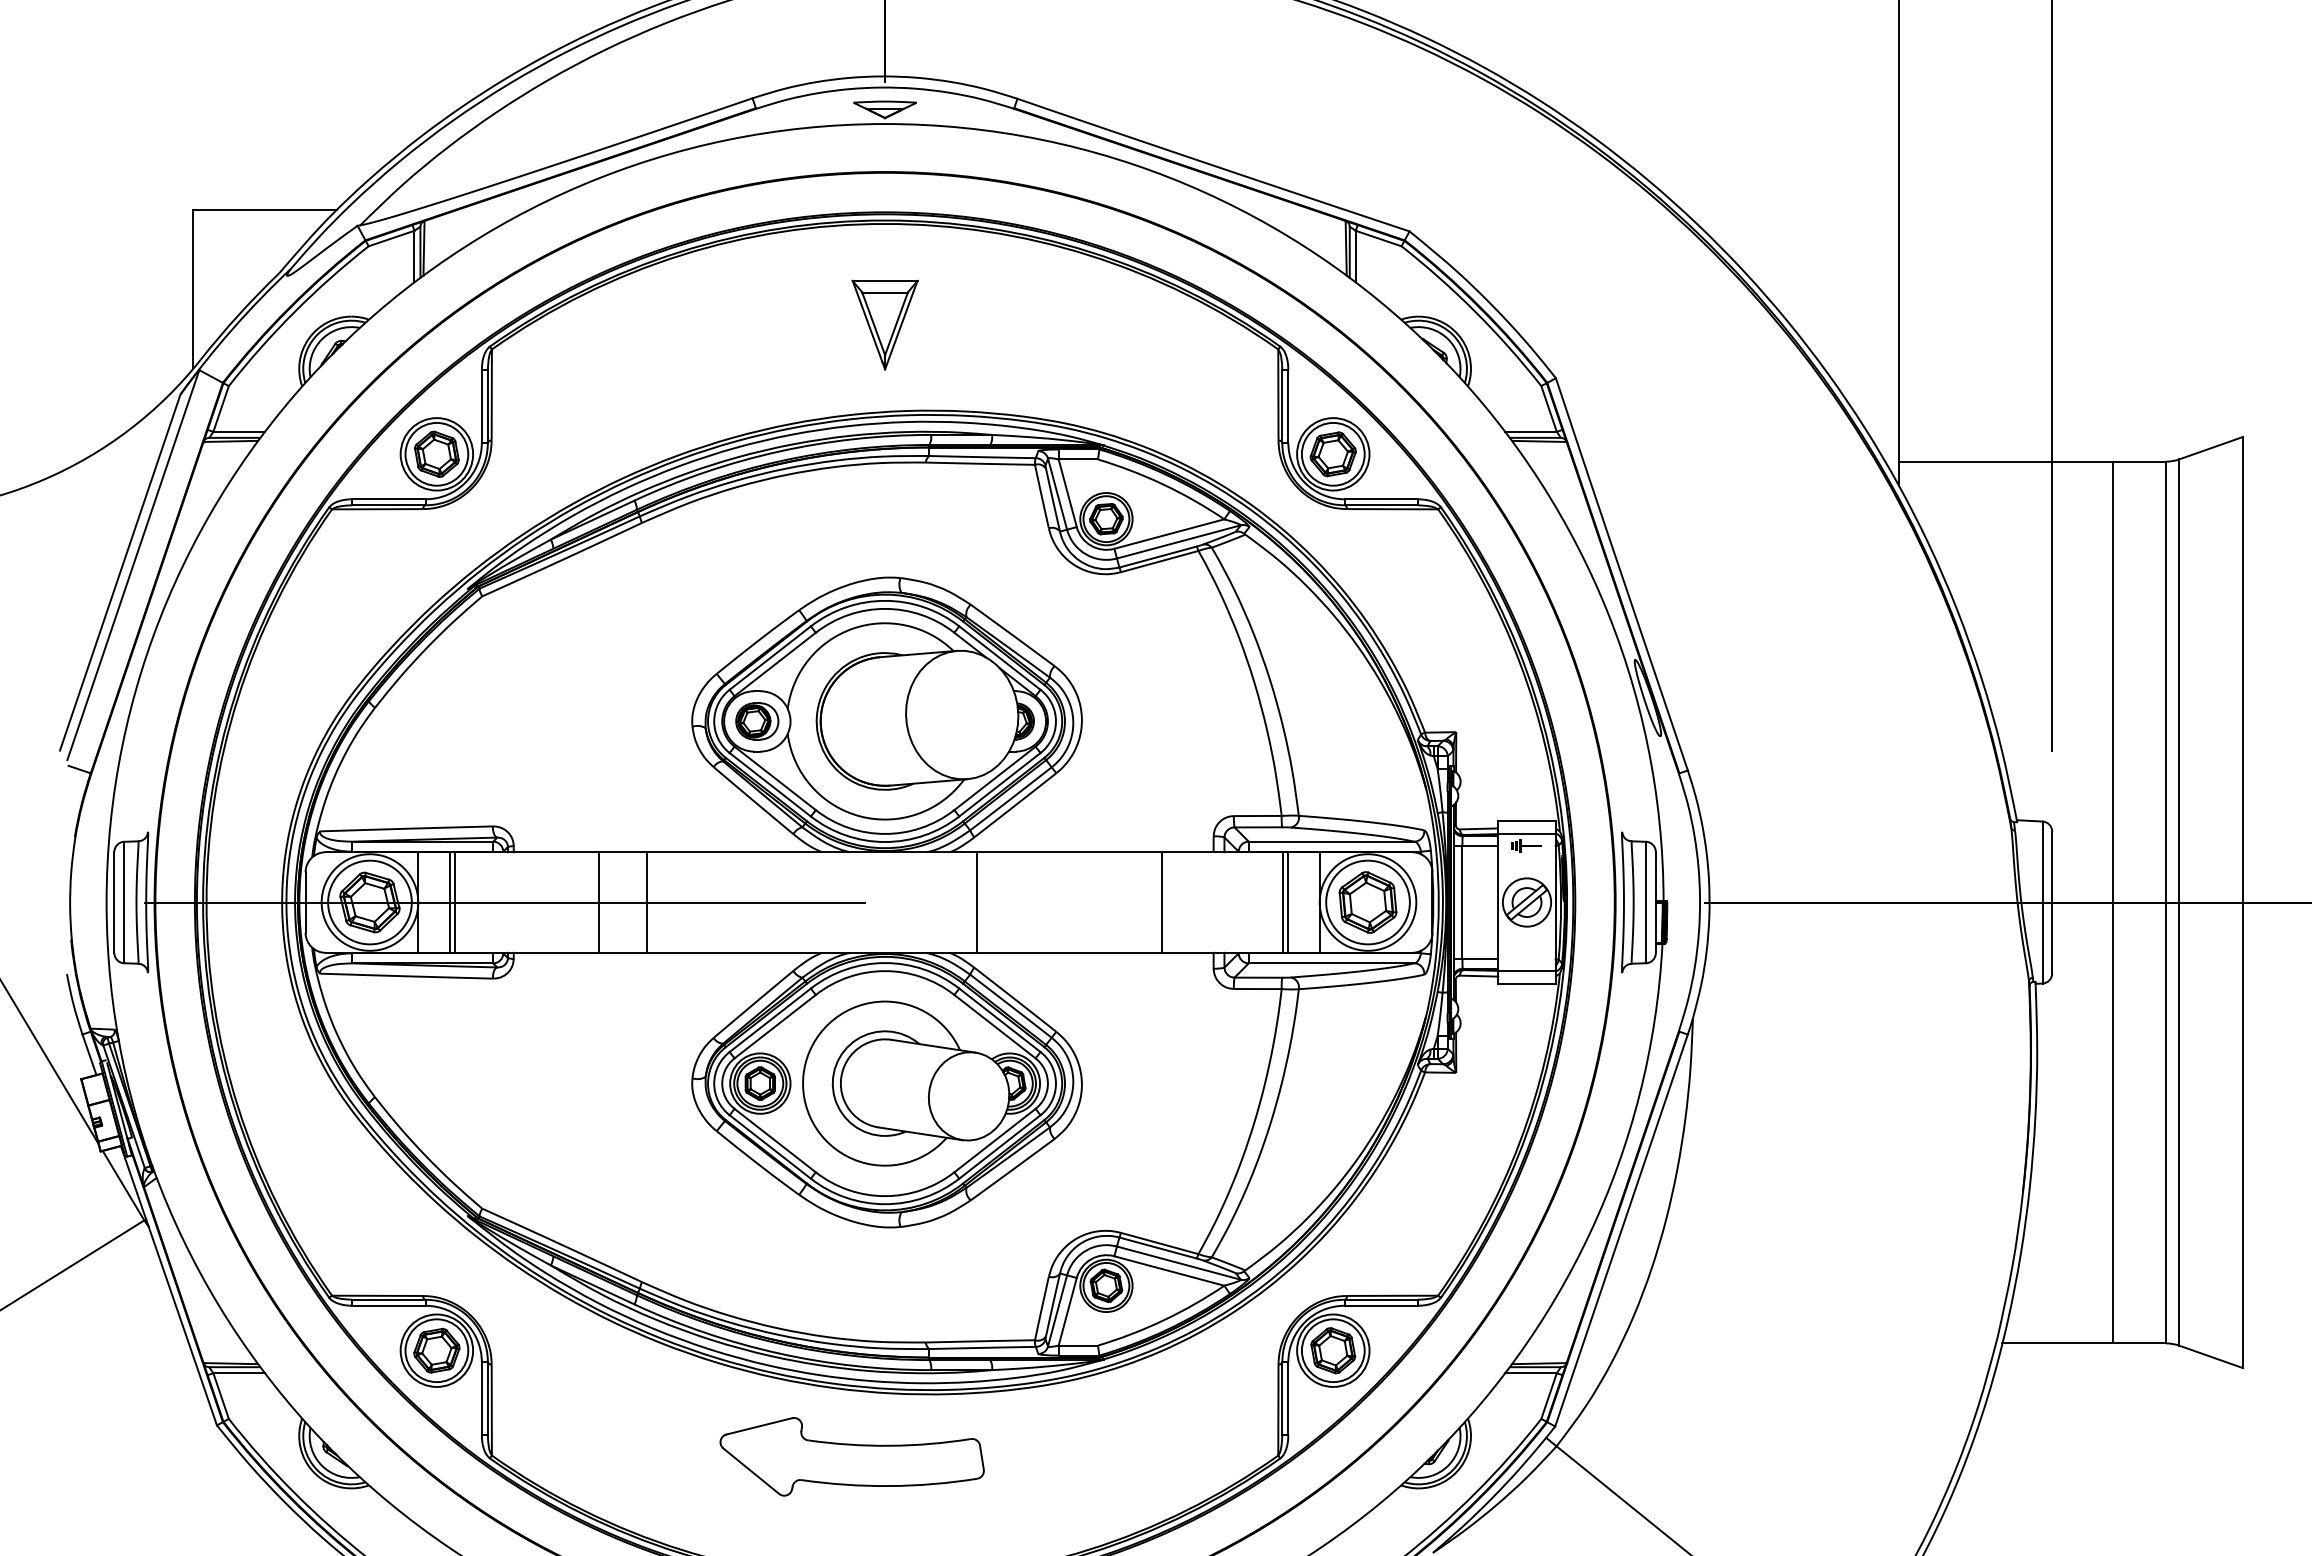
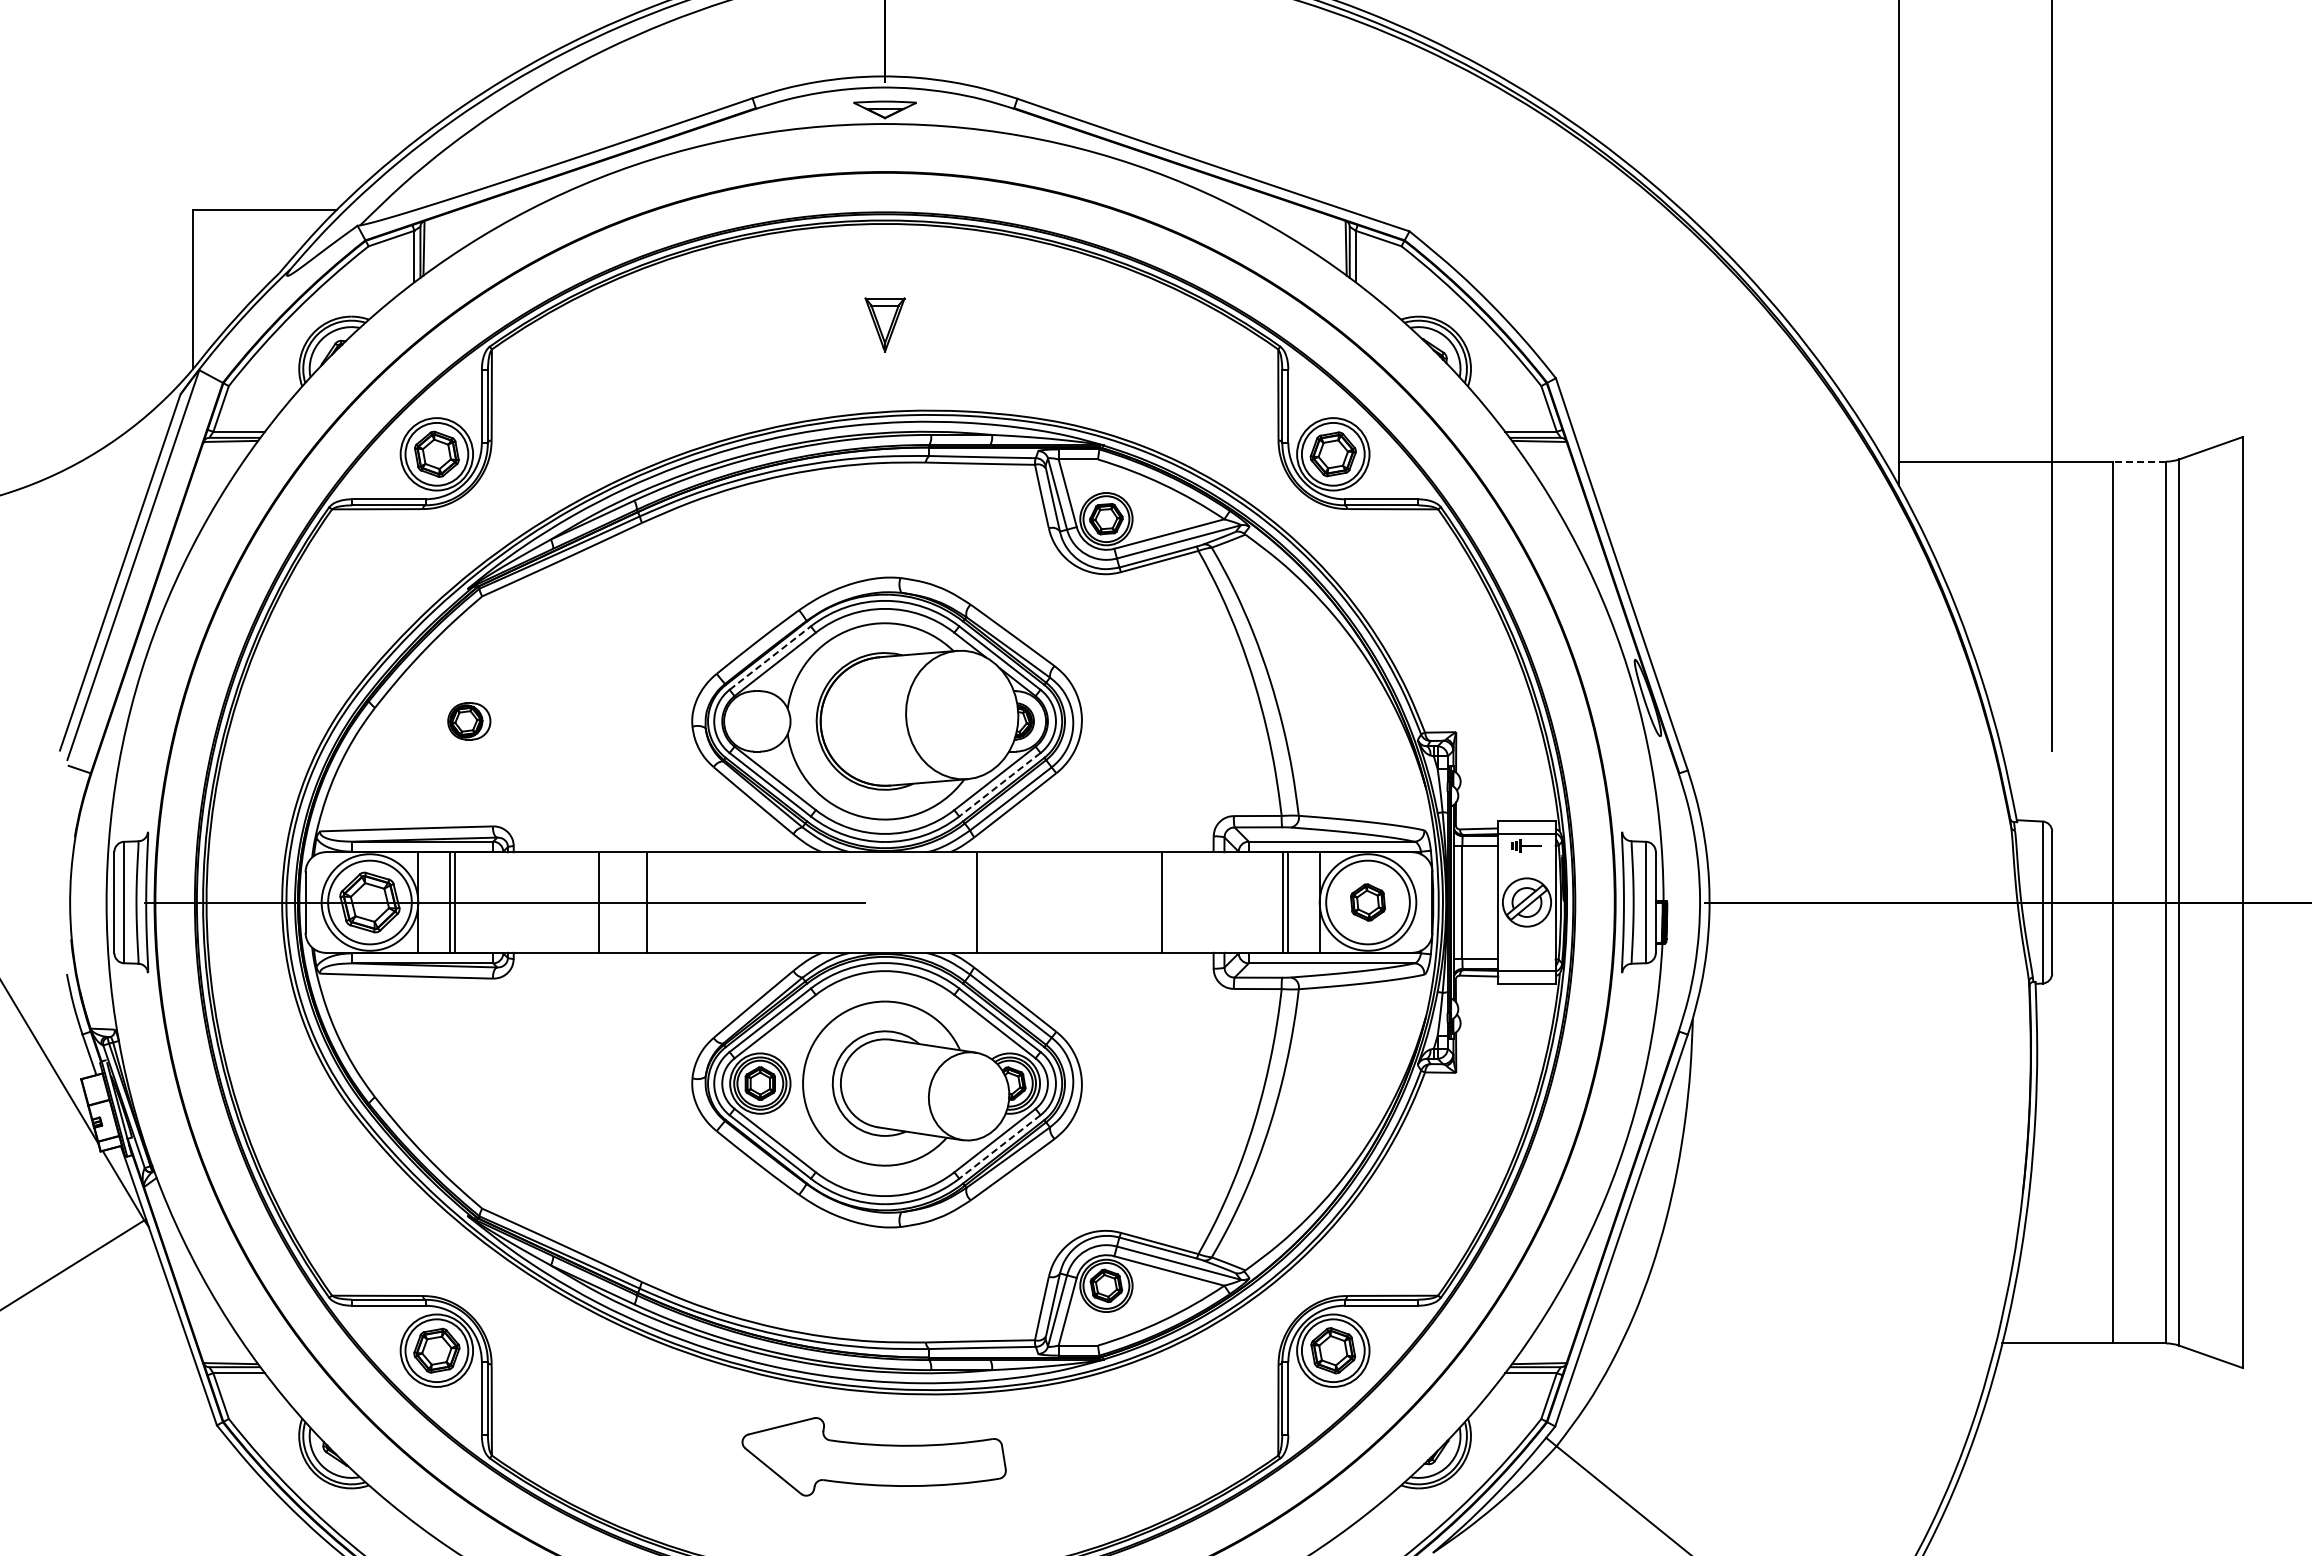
part at (884, 324) size: 68x92 px -> 42x56 px
line at (2139, 461): solid -> dashed
line at (770, 658): solid -> dashed
part at (757, 721) position: (757, 721) -> (469, 721)
line at (999, 784): solid -> dashed
part at (1367, 902) size: 60x63 px -> 36x39 px
line at (999, 1146): solid -> dashed
part at (851, 1456) position: (851, 1456) -> (873, 1456)
